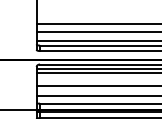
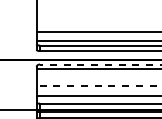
line at (97, 24): present -> none
line at (100, 64): solid -> dashed
line at (97, 73): present -> none
line at (98, 85): solid -> dashed
